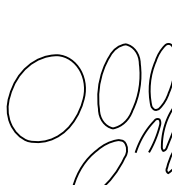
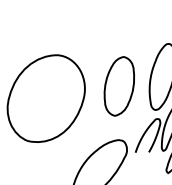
part at (119, 86) size: 45x87 px -> 32x61 px
